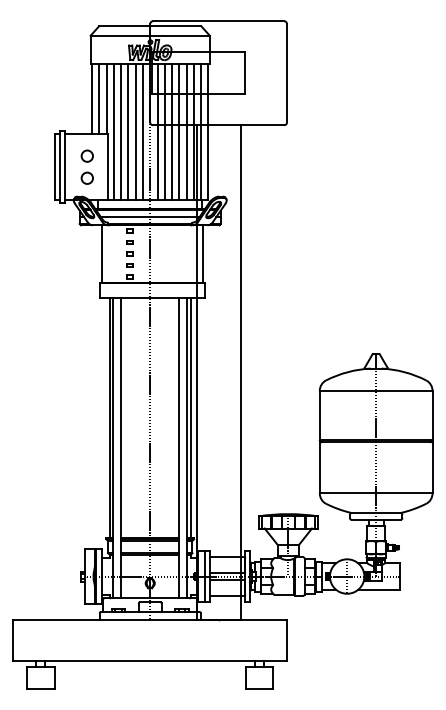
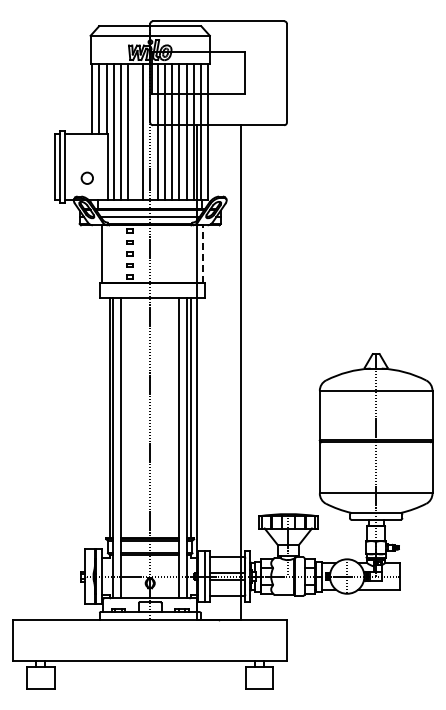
line at (135, 132): present -> none
circle at (86, 155): present -> none
line at (203, 254): solid -> dashed
